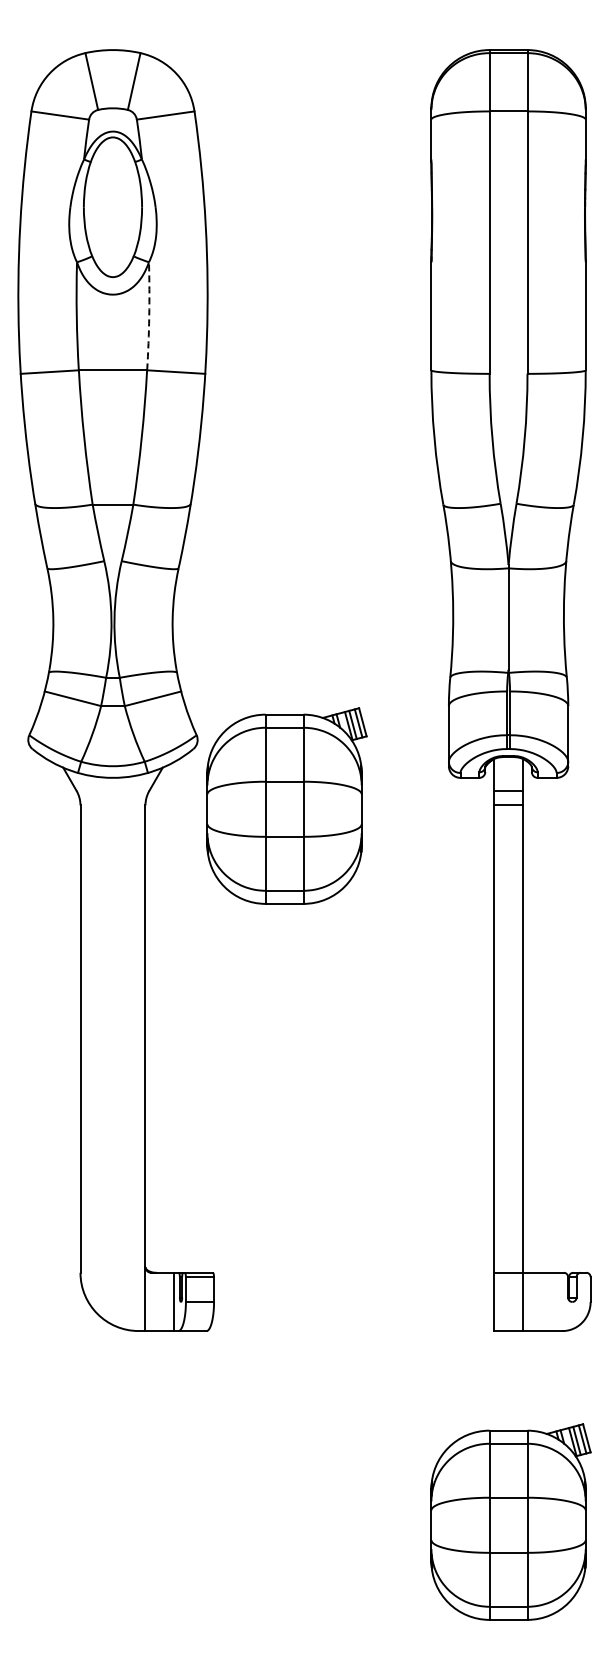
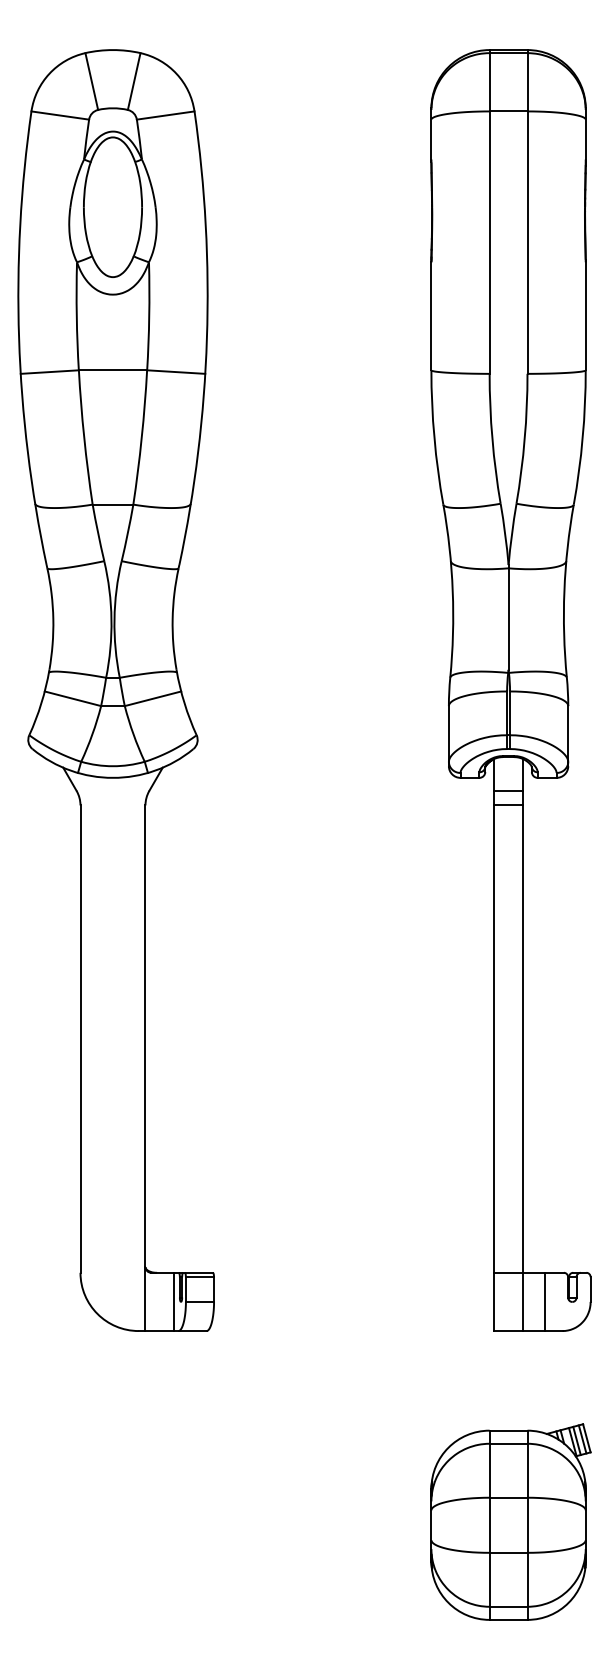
arc at (149, 316): dashed -> solid
part at (286, 805): present -> none
line at (544, 1301): none -> present
